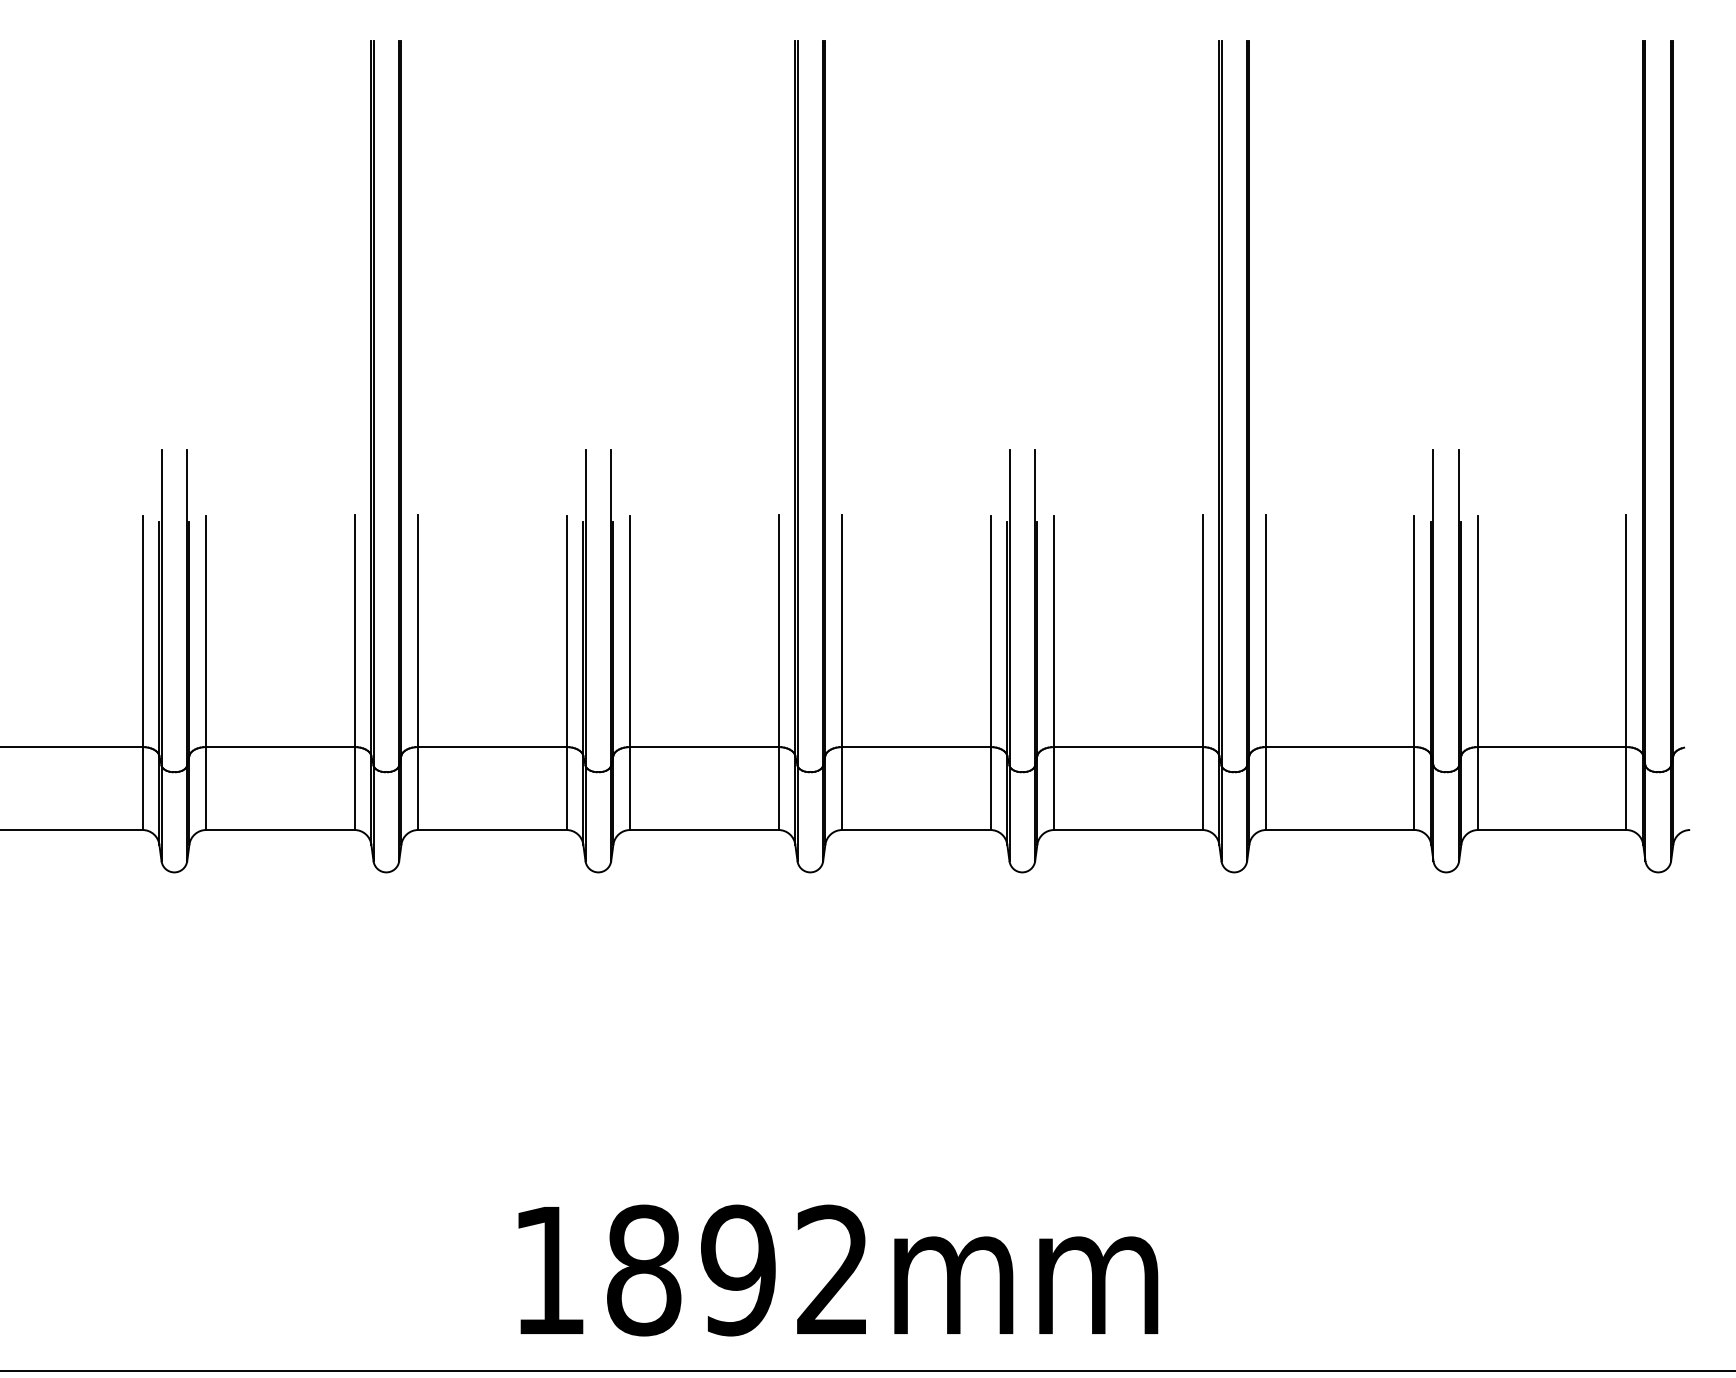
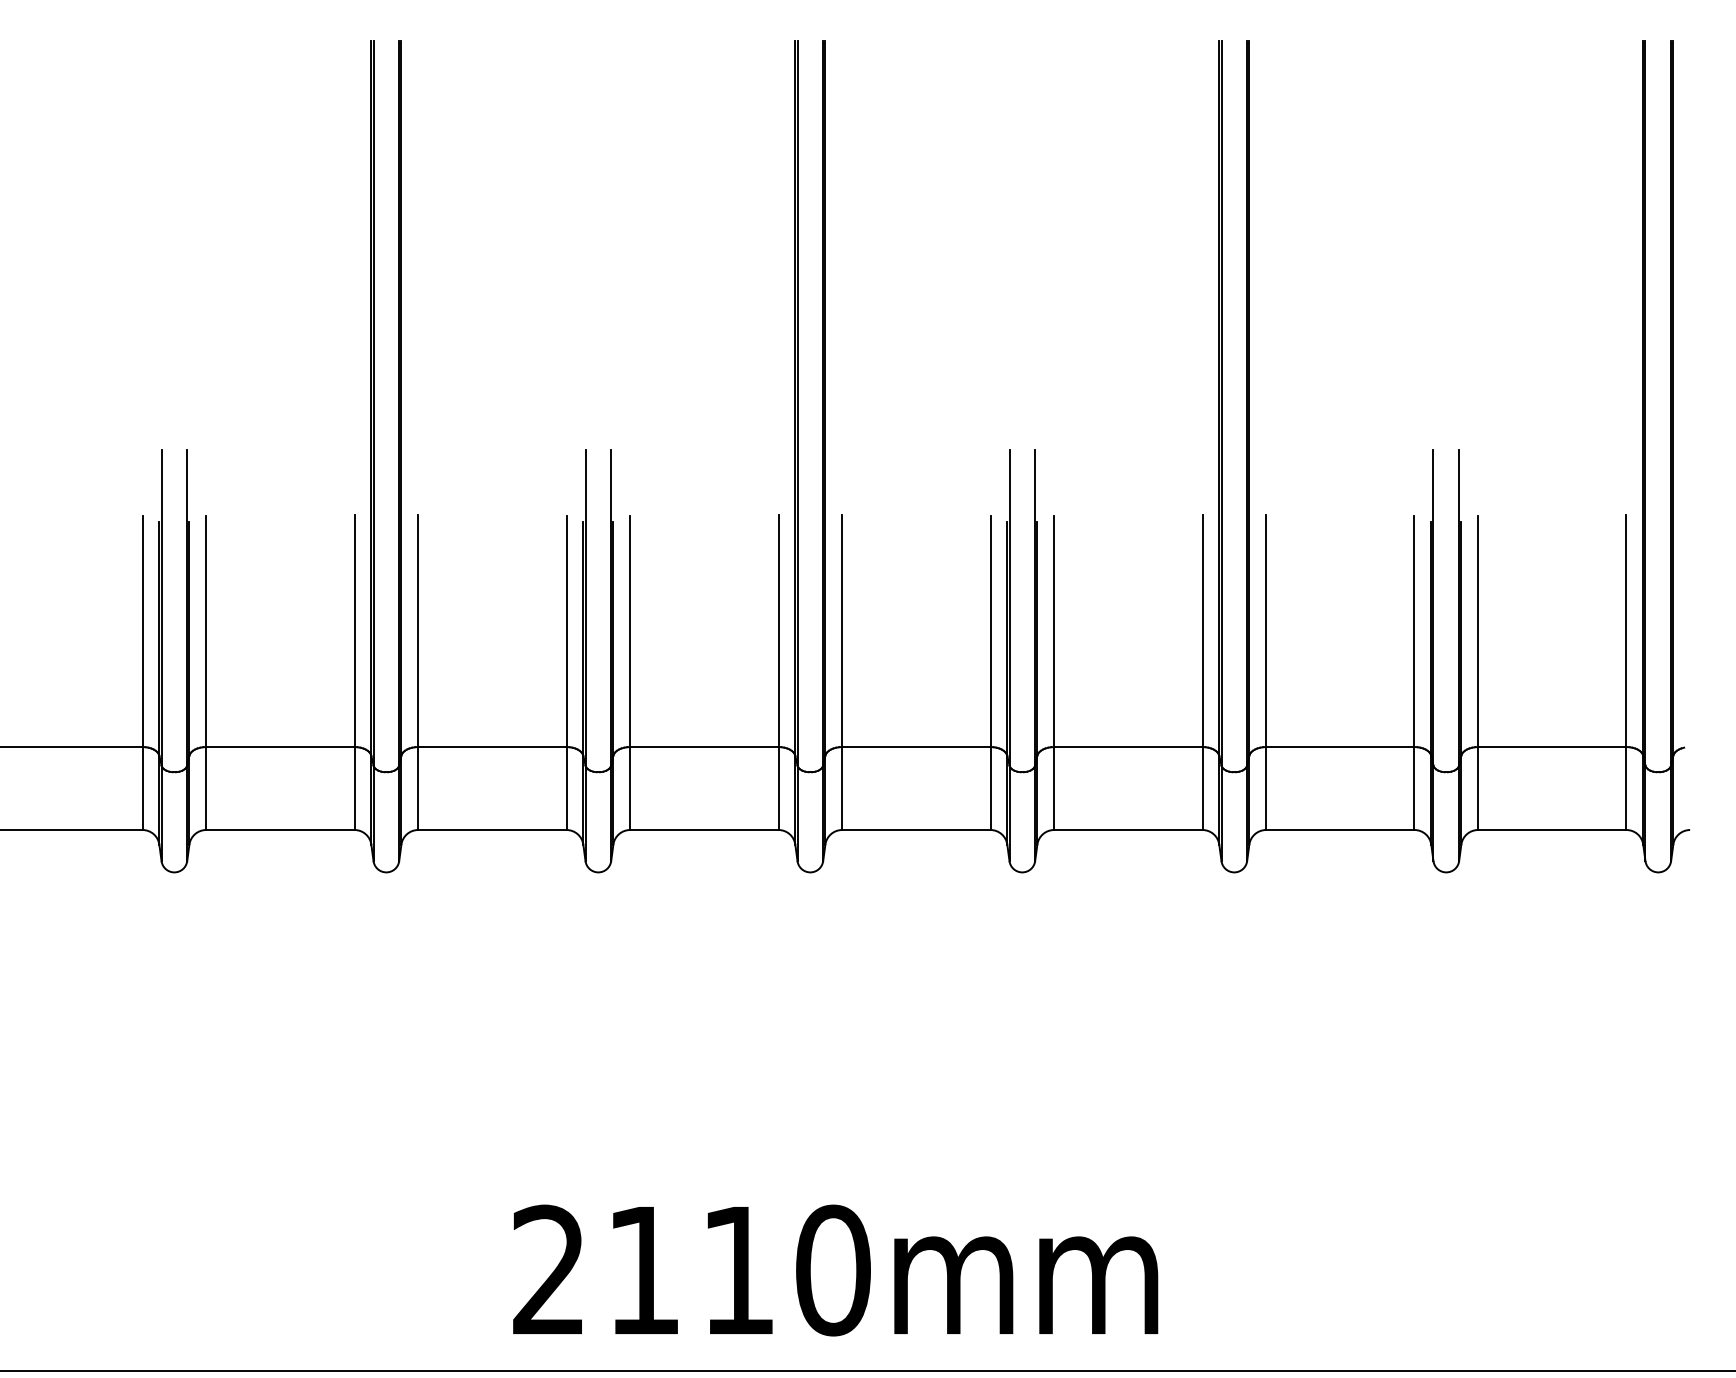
text at (691, 1270): 1892mm -> 2110mm
